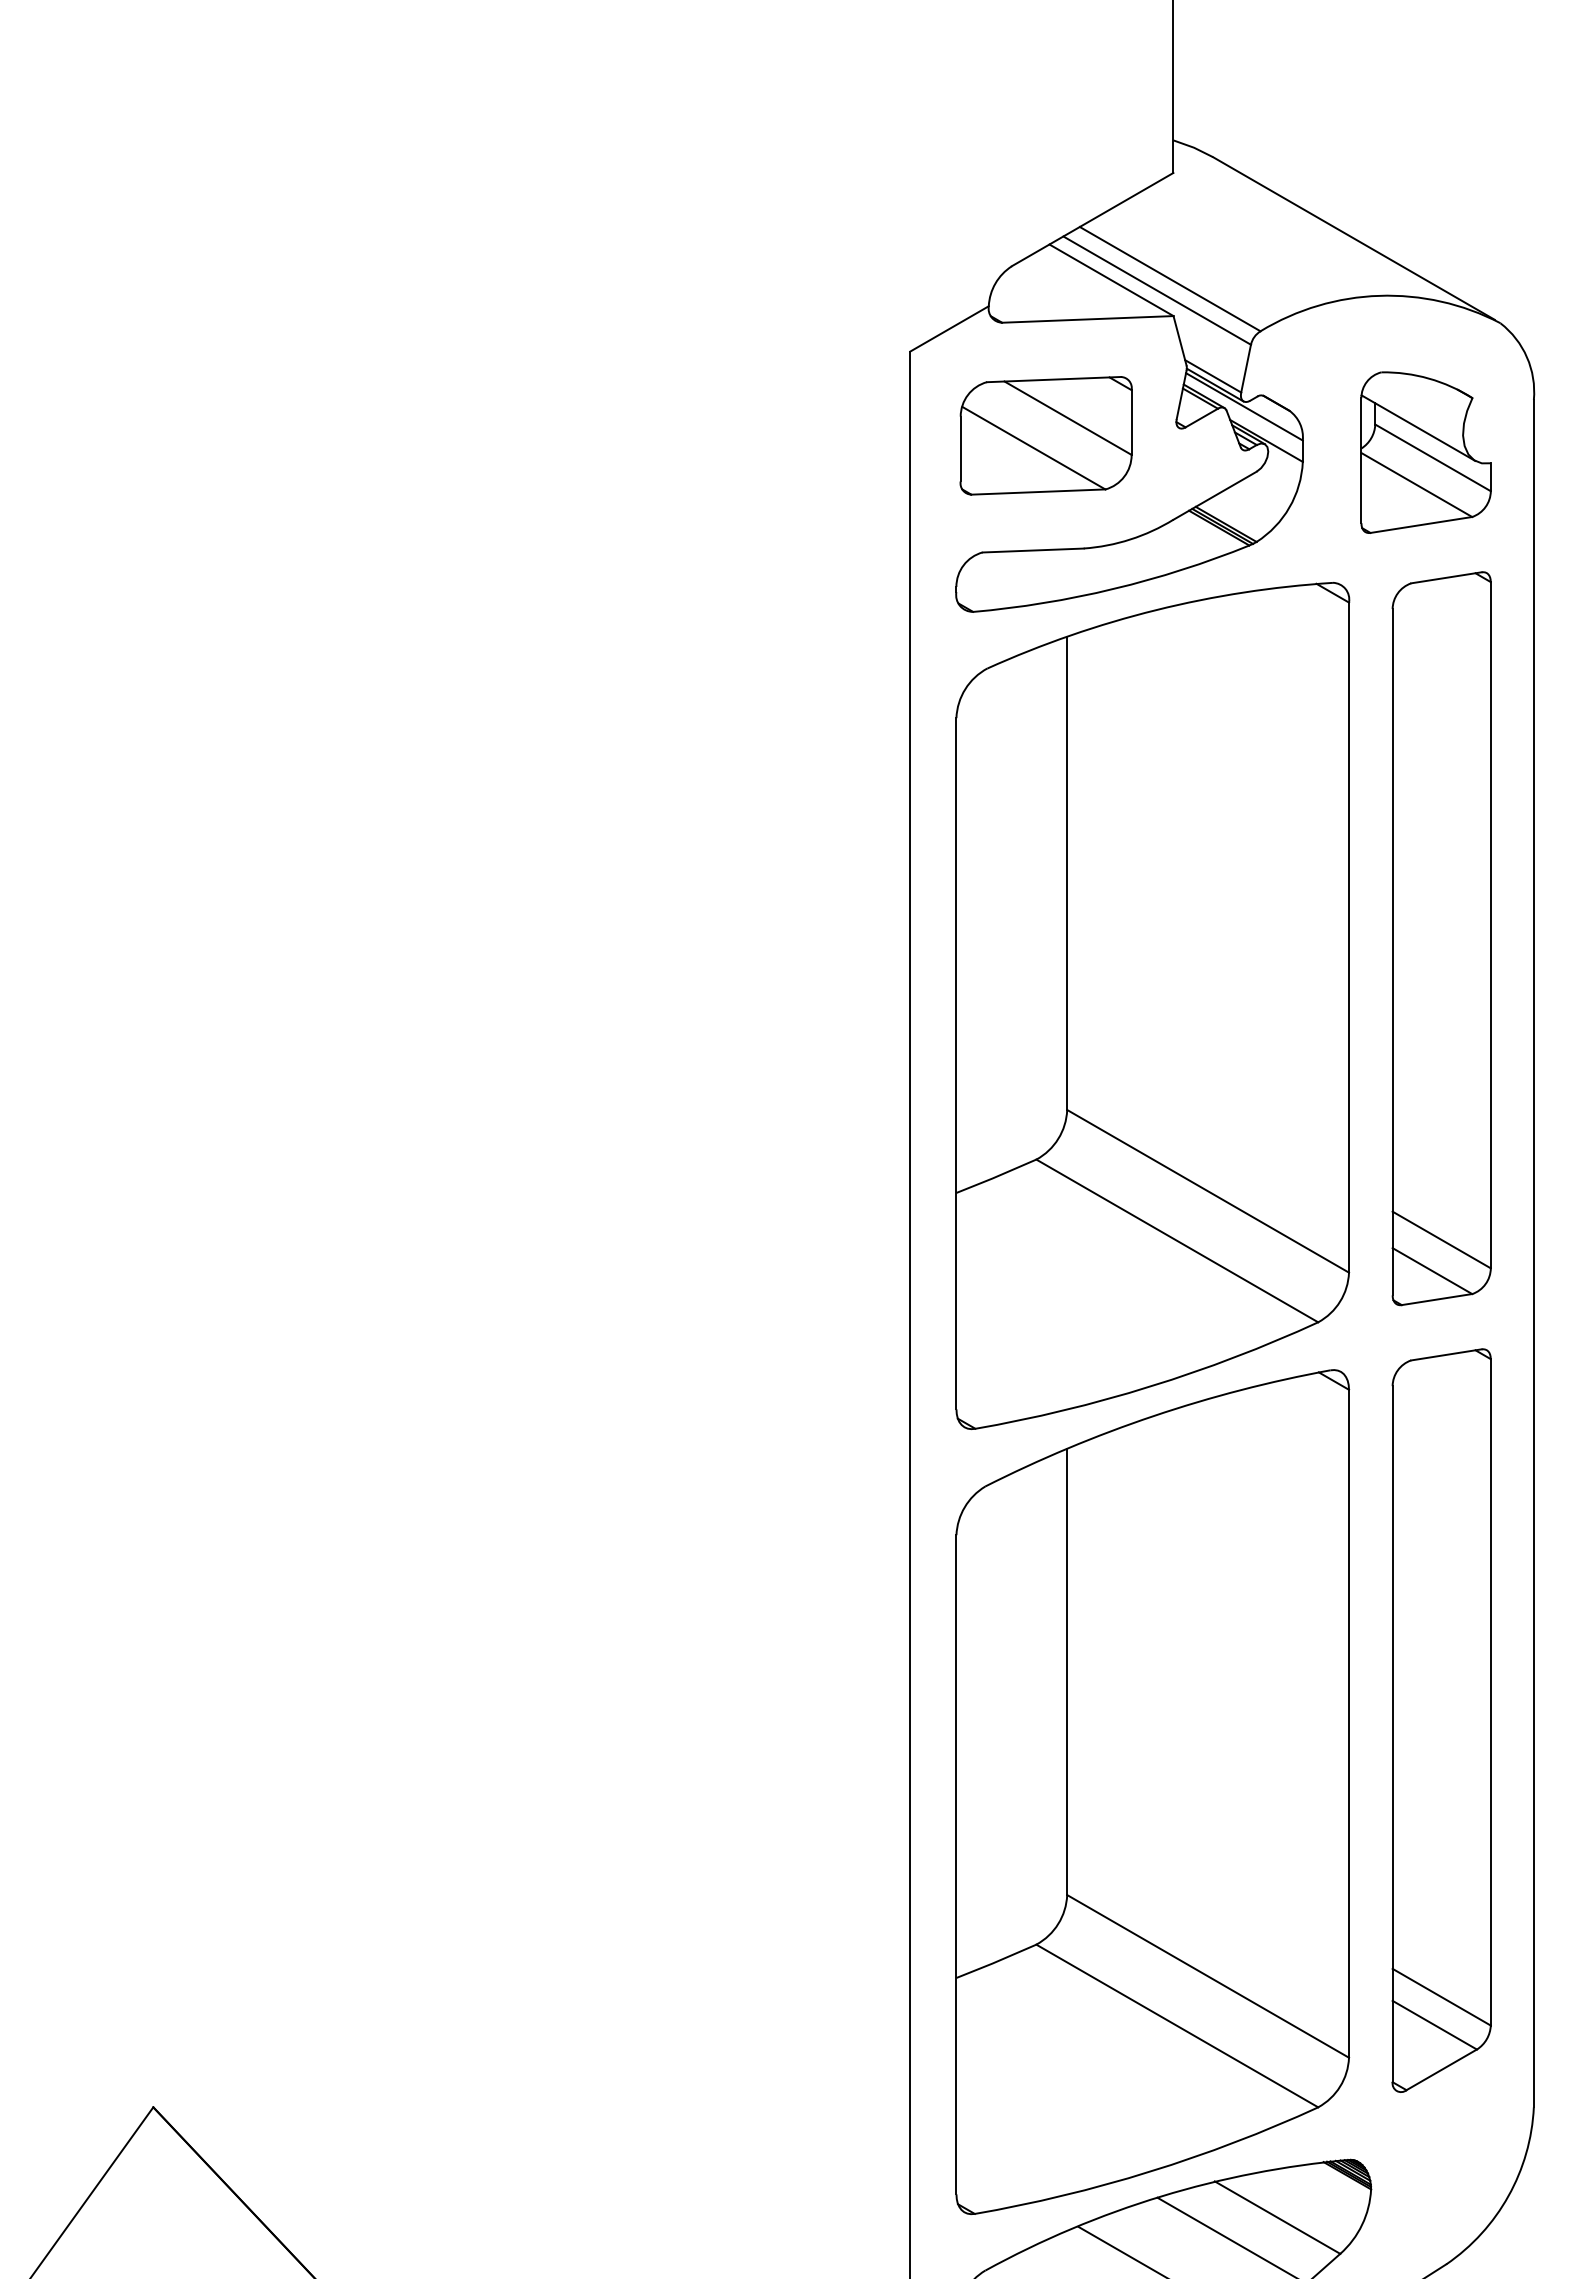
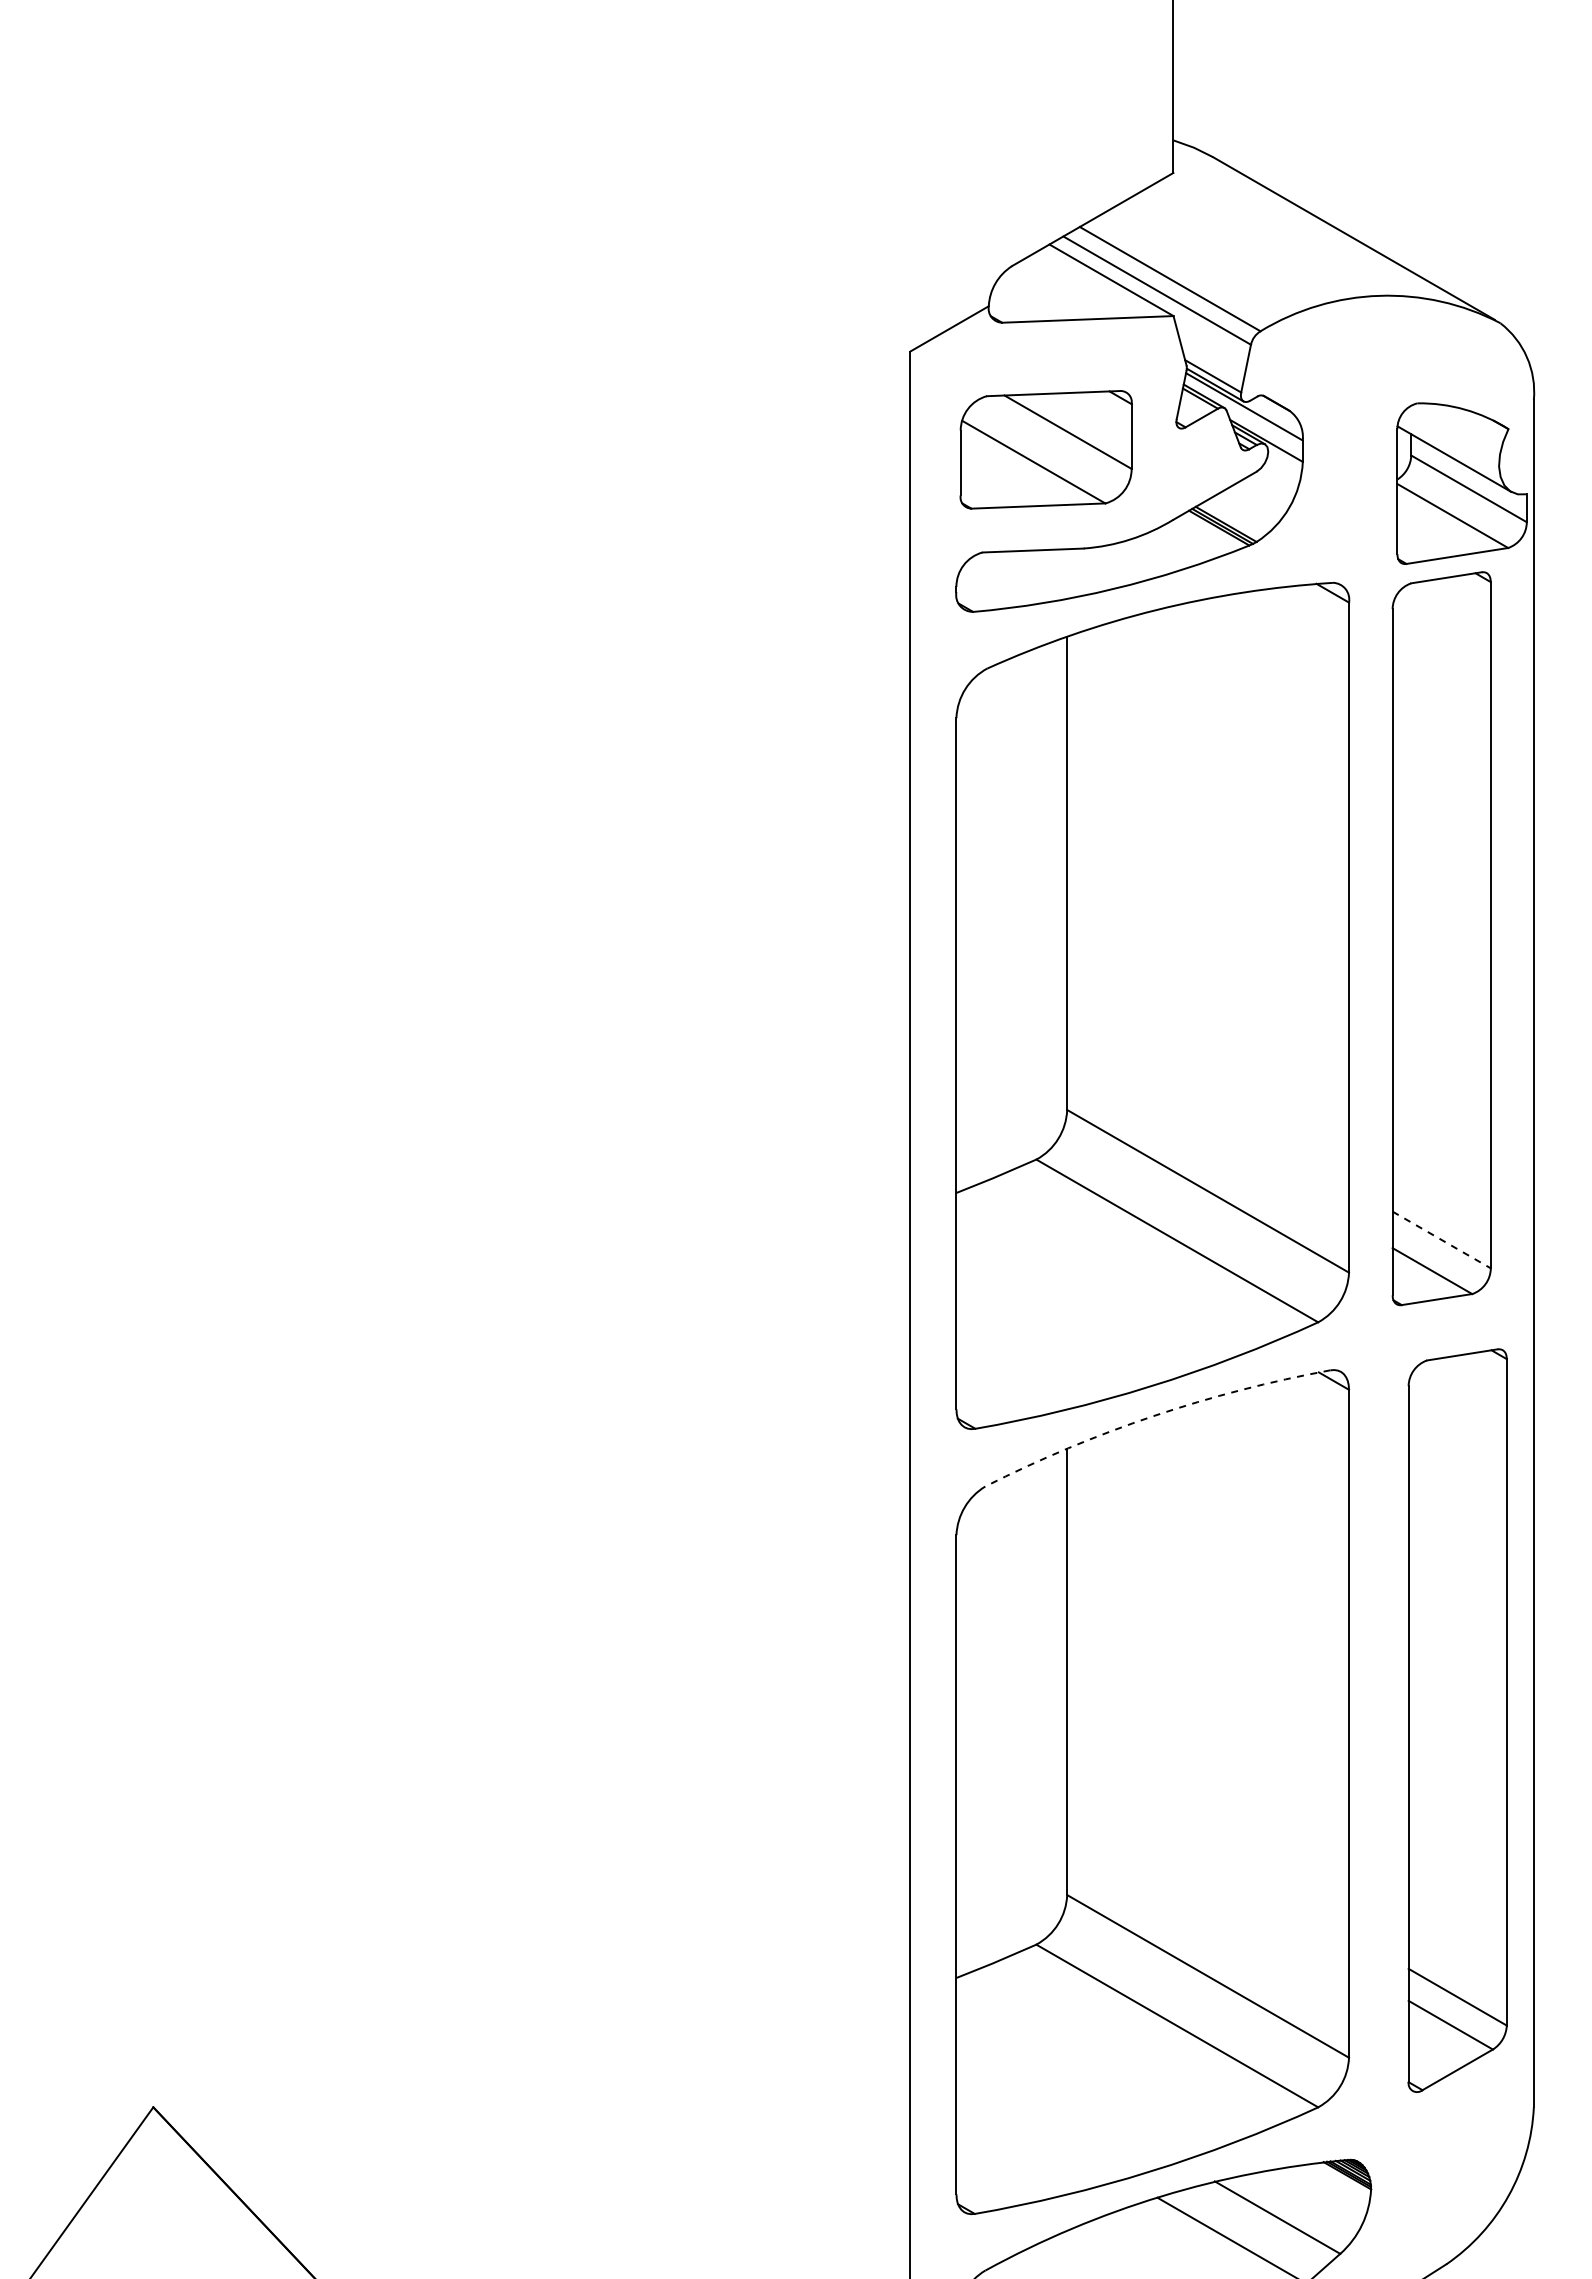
part at (1045, 435) position: (1045, 435) -> (1045, 449)
part at (1425, 452) position: (1425, 452) -> (1461, 483)
line at (1441, 1239): solid -> dashed
arc at (1153, 1416): solid -> dashed
part at (1441, 1720) position: (1441, 1720) -> (1457, 1720)
line at (1120, 2250): present -> none
